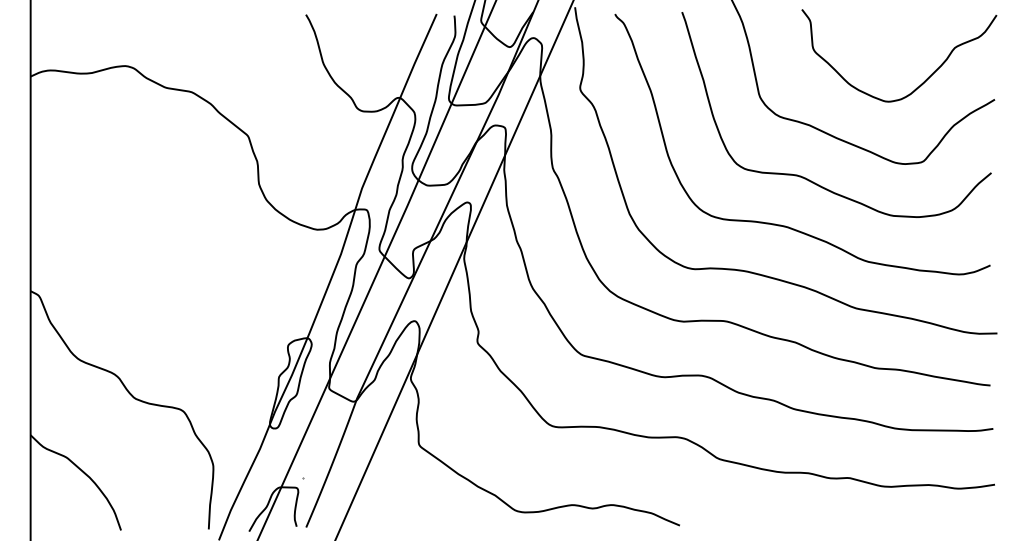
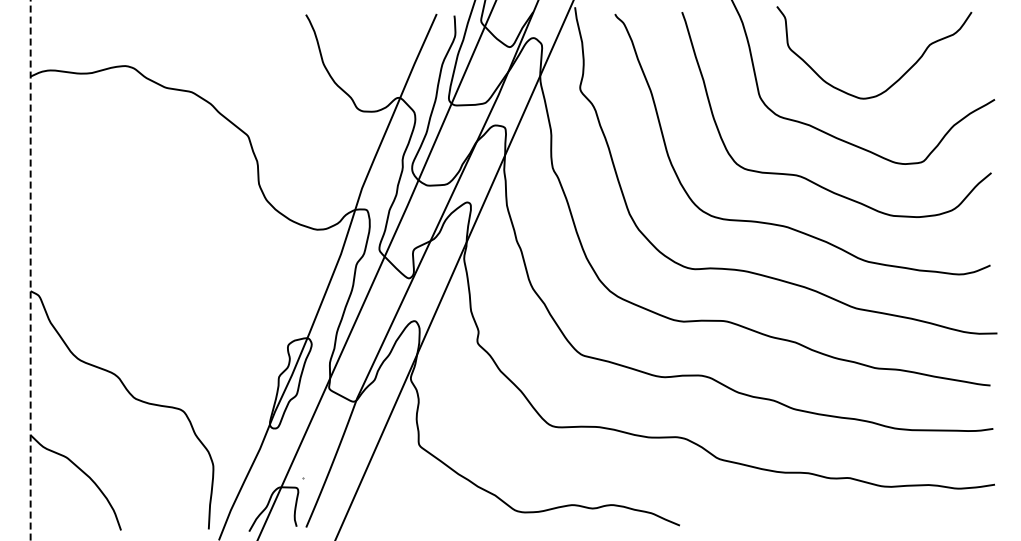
curve at (924, 80) position: (924, 80) -> (899, 77)
line at (30, 269): solid -> dashed
